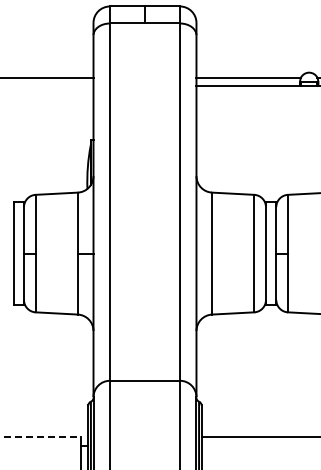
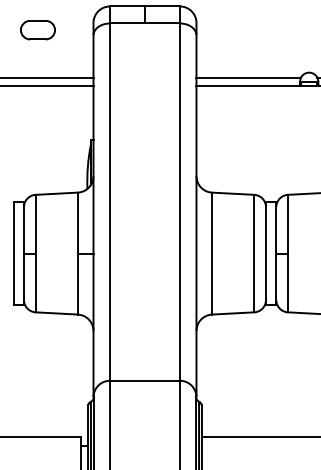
part at (37, 30): none -> present
line at (47, 85): none -> present
line at (41, 437): dashed -> solid
